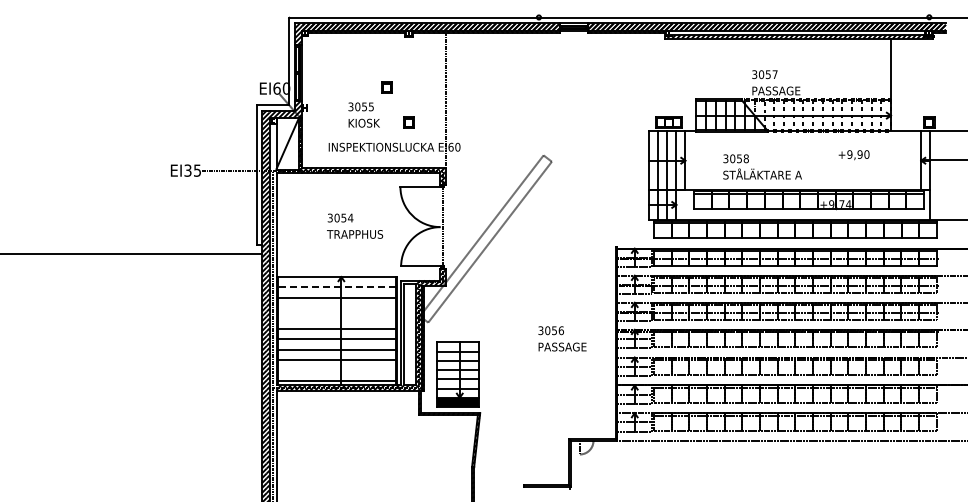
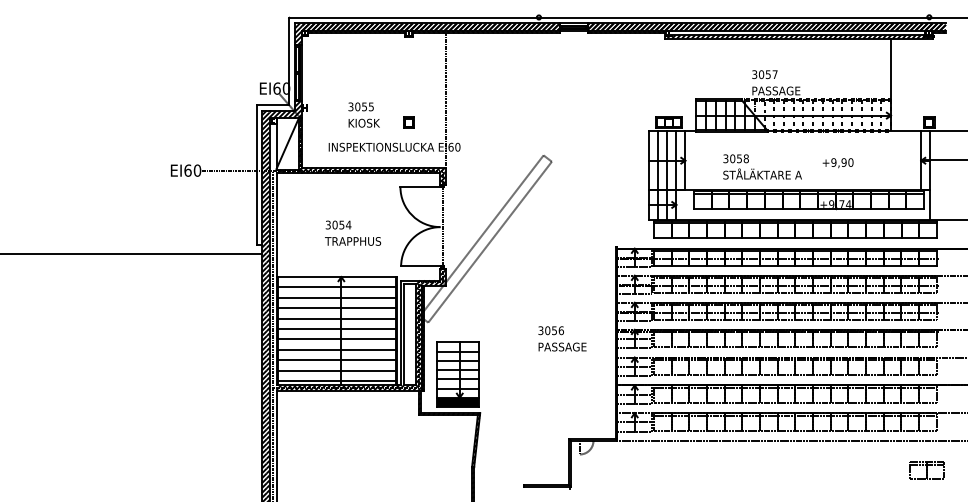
part at (386, 87): present -> none
text at (853, 155) position: (853, 155) -> (837, 163)
text at (192, 170): EI35 -> EI60
text at (355, 225) position: (355, 225) -> (353, 232)
line at (336, 287): dashed -> solid
line at (336, 308): none -> present
line at (336, 318): none -> present
line at (336, 370): none -> present
part at (926, 470): none -> present
